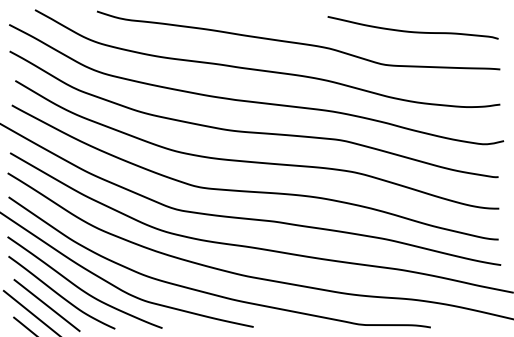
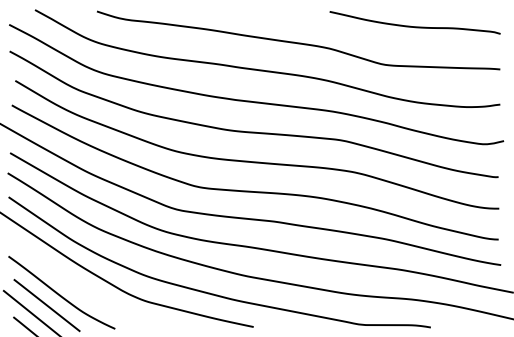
curve at (412, 31) position: (412, 31) -> (414, 26)
curve at (81, 288): present -> none
